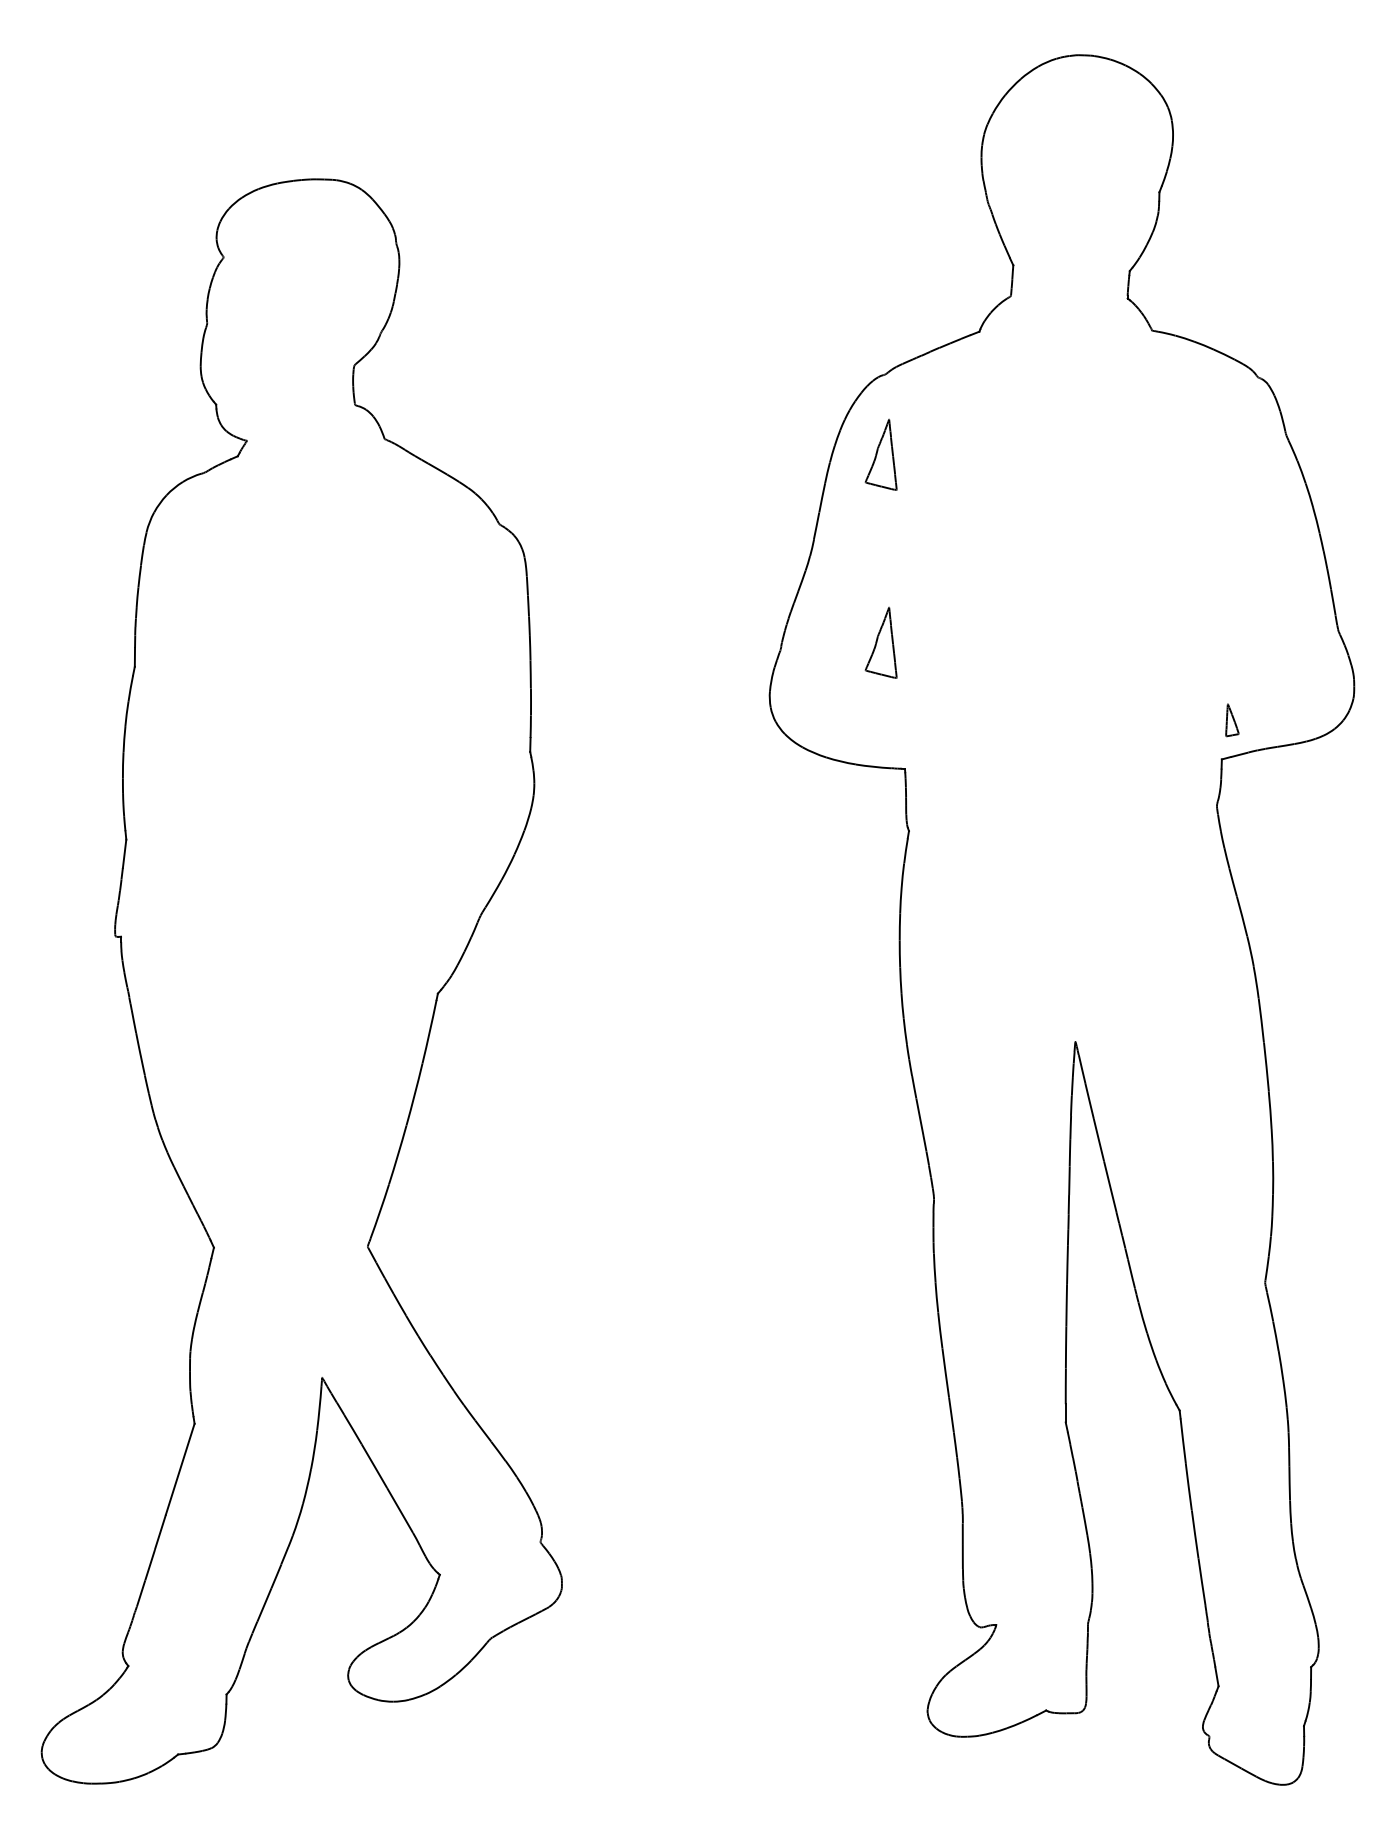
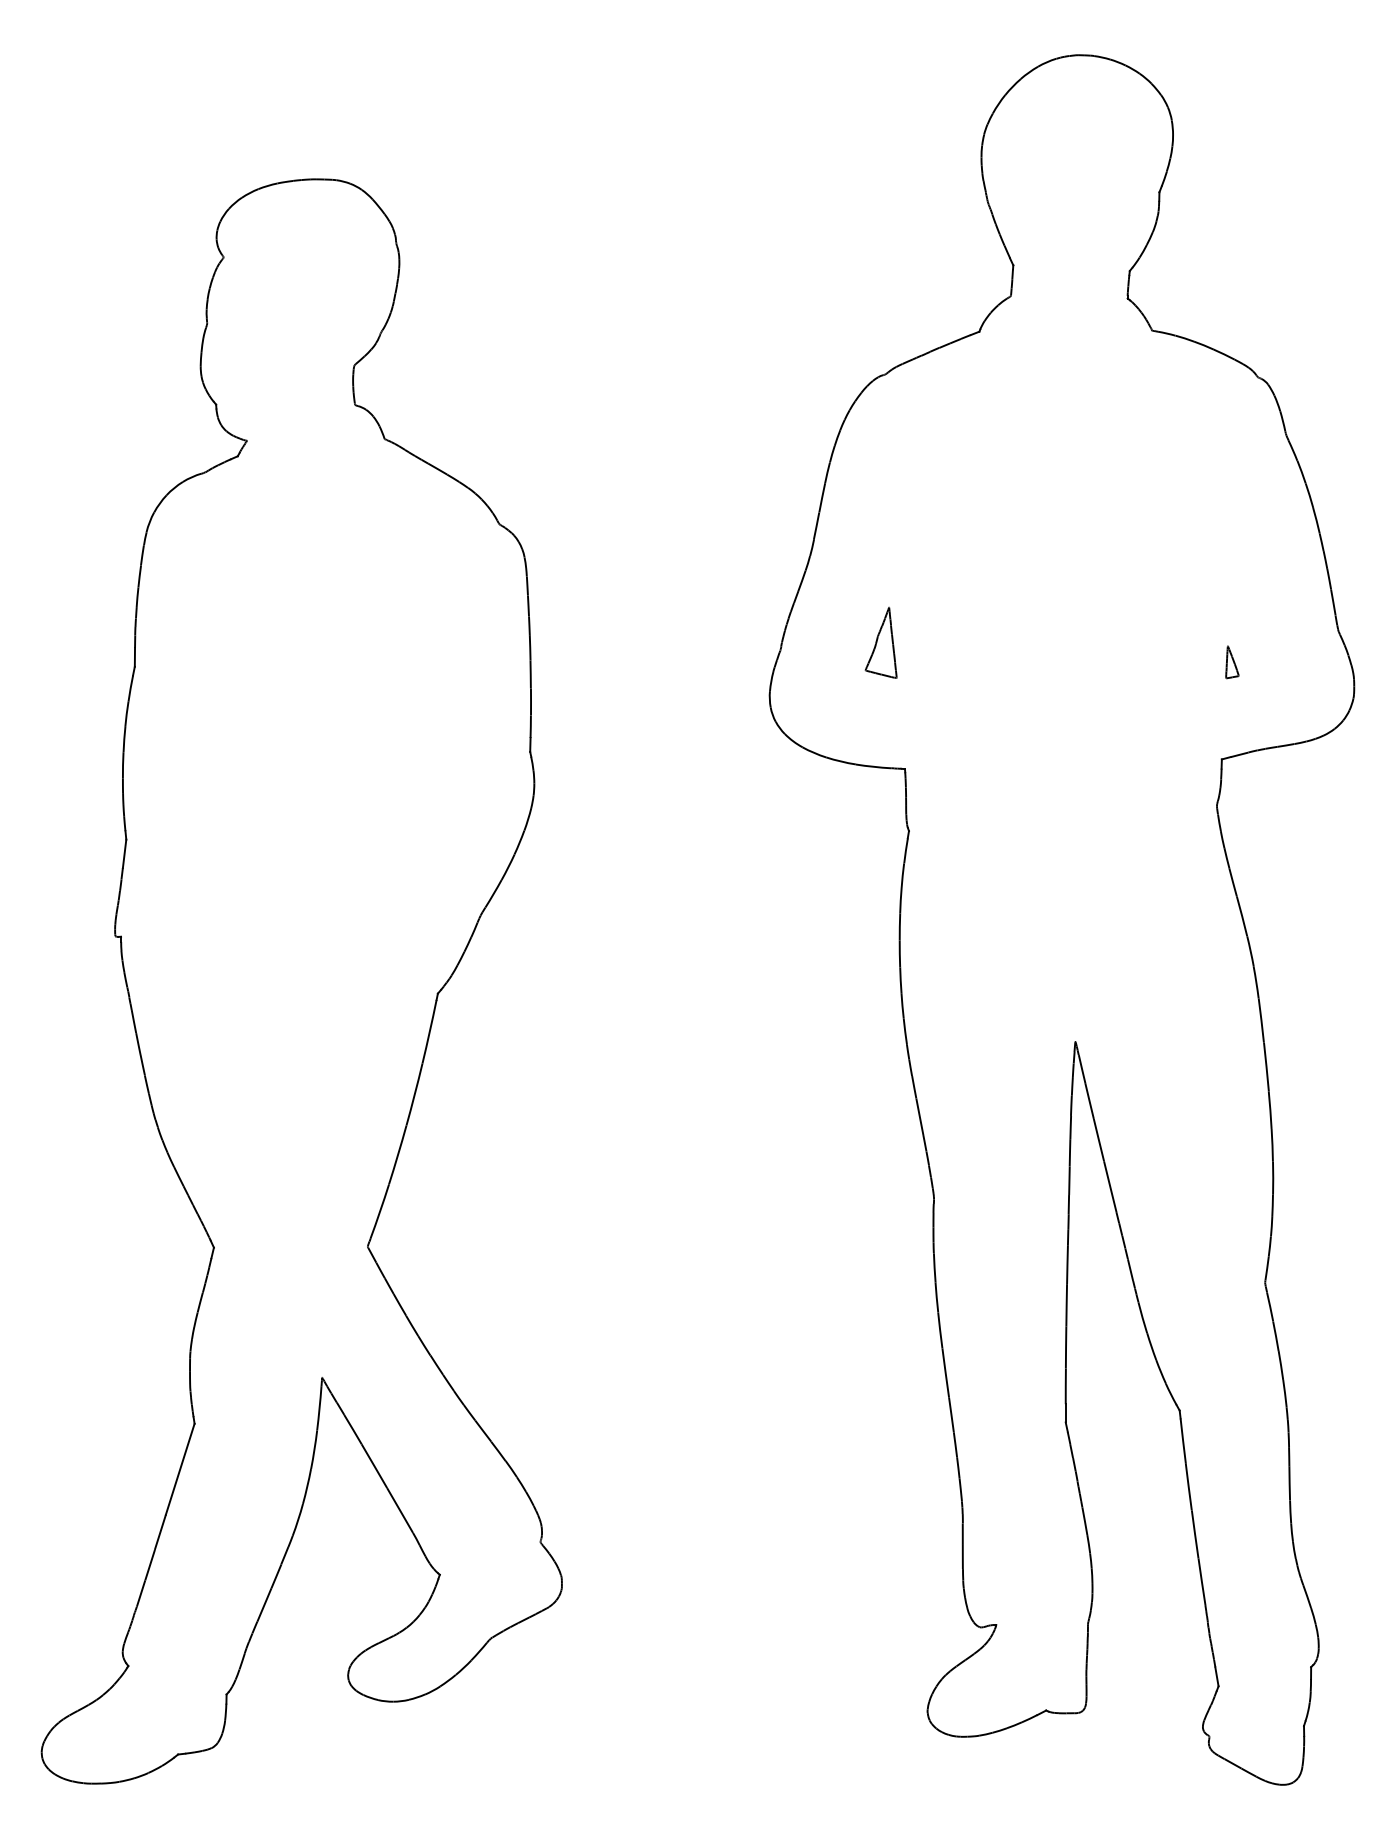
part at (880, 454): present -> none
part at (1232, 720) position: (1232, 720) -> (1232, 662)
